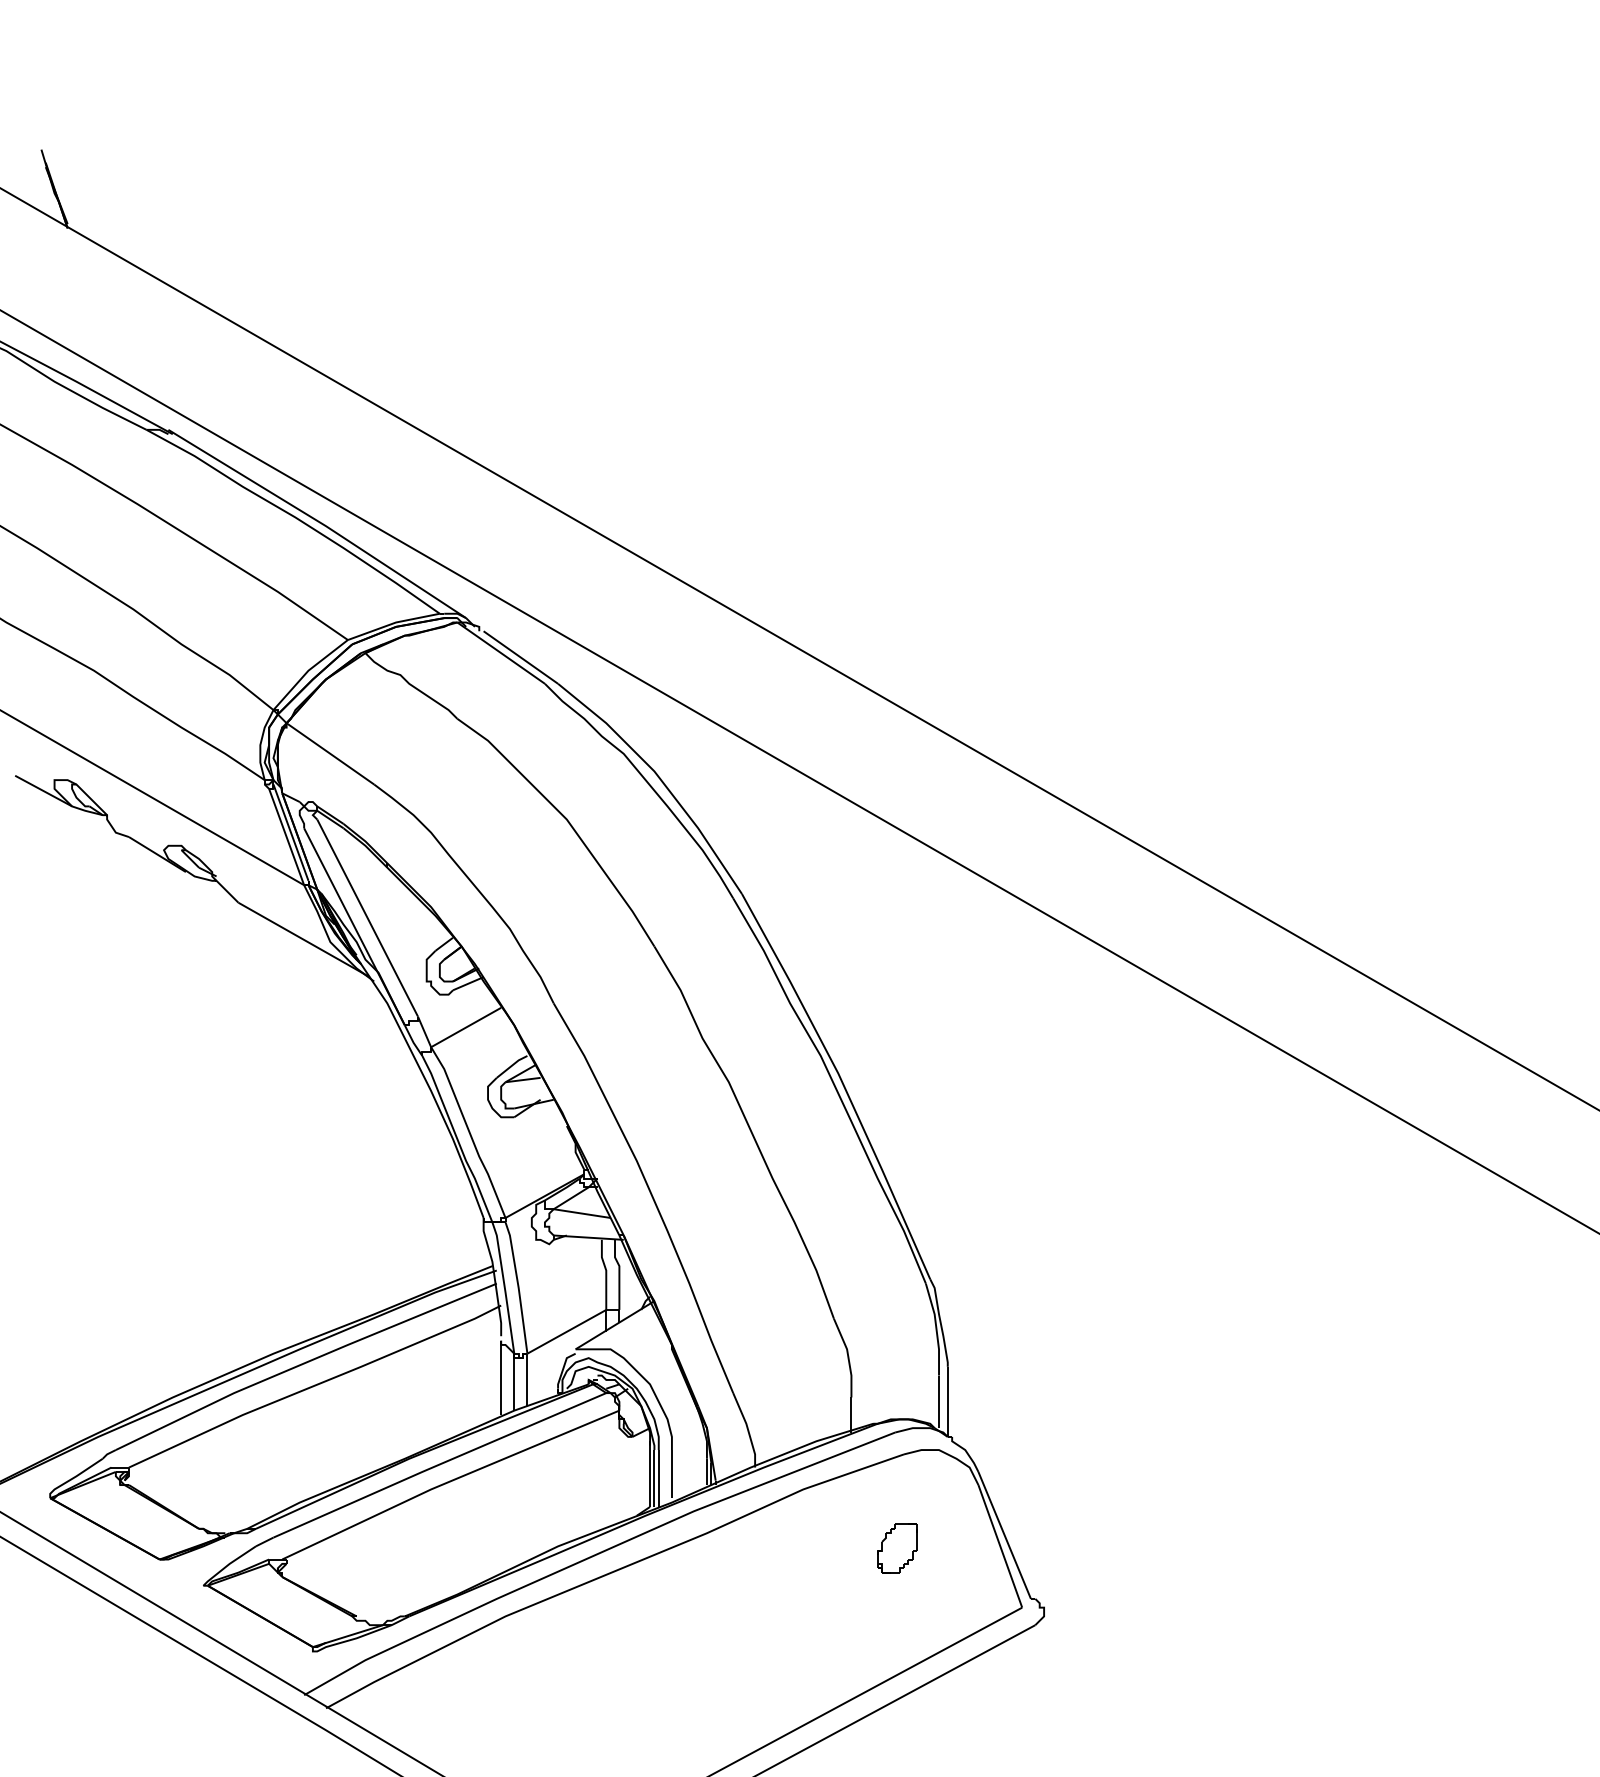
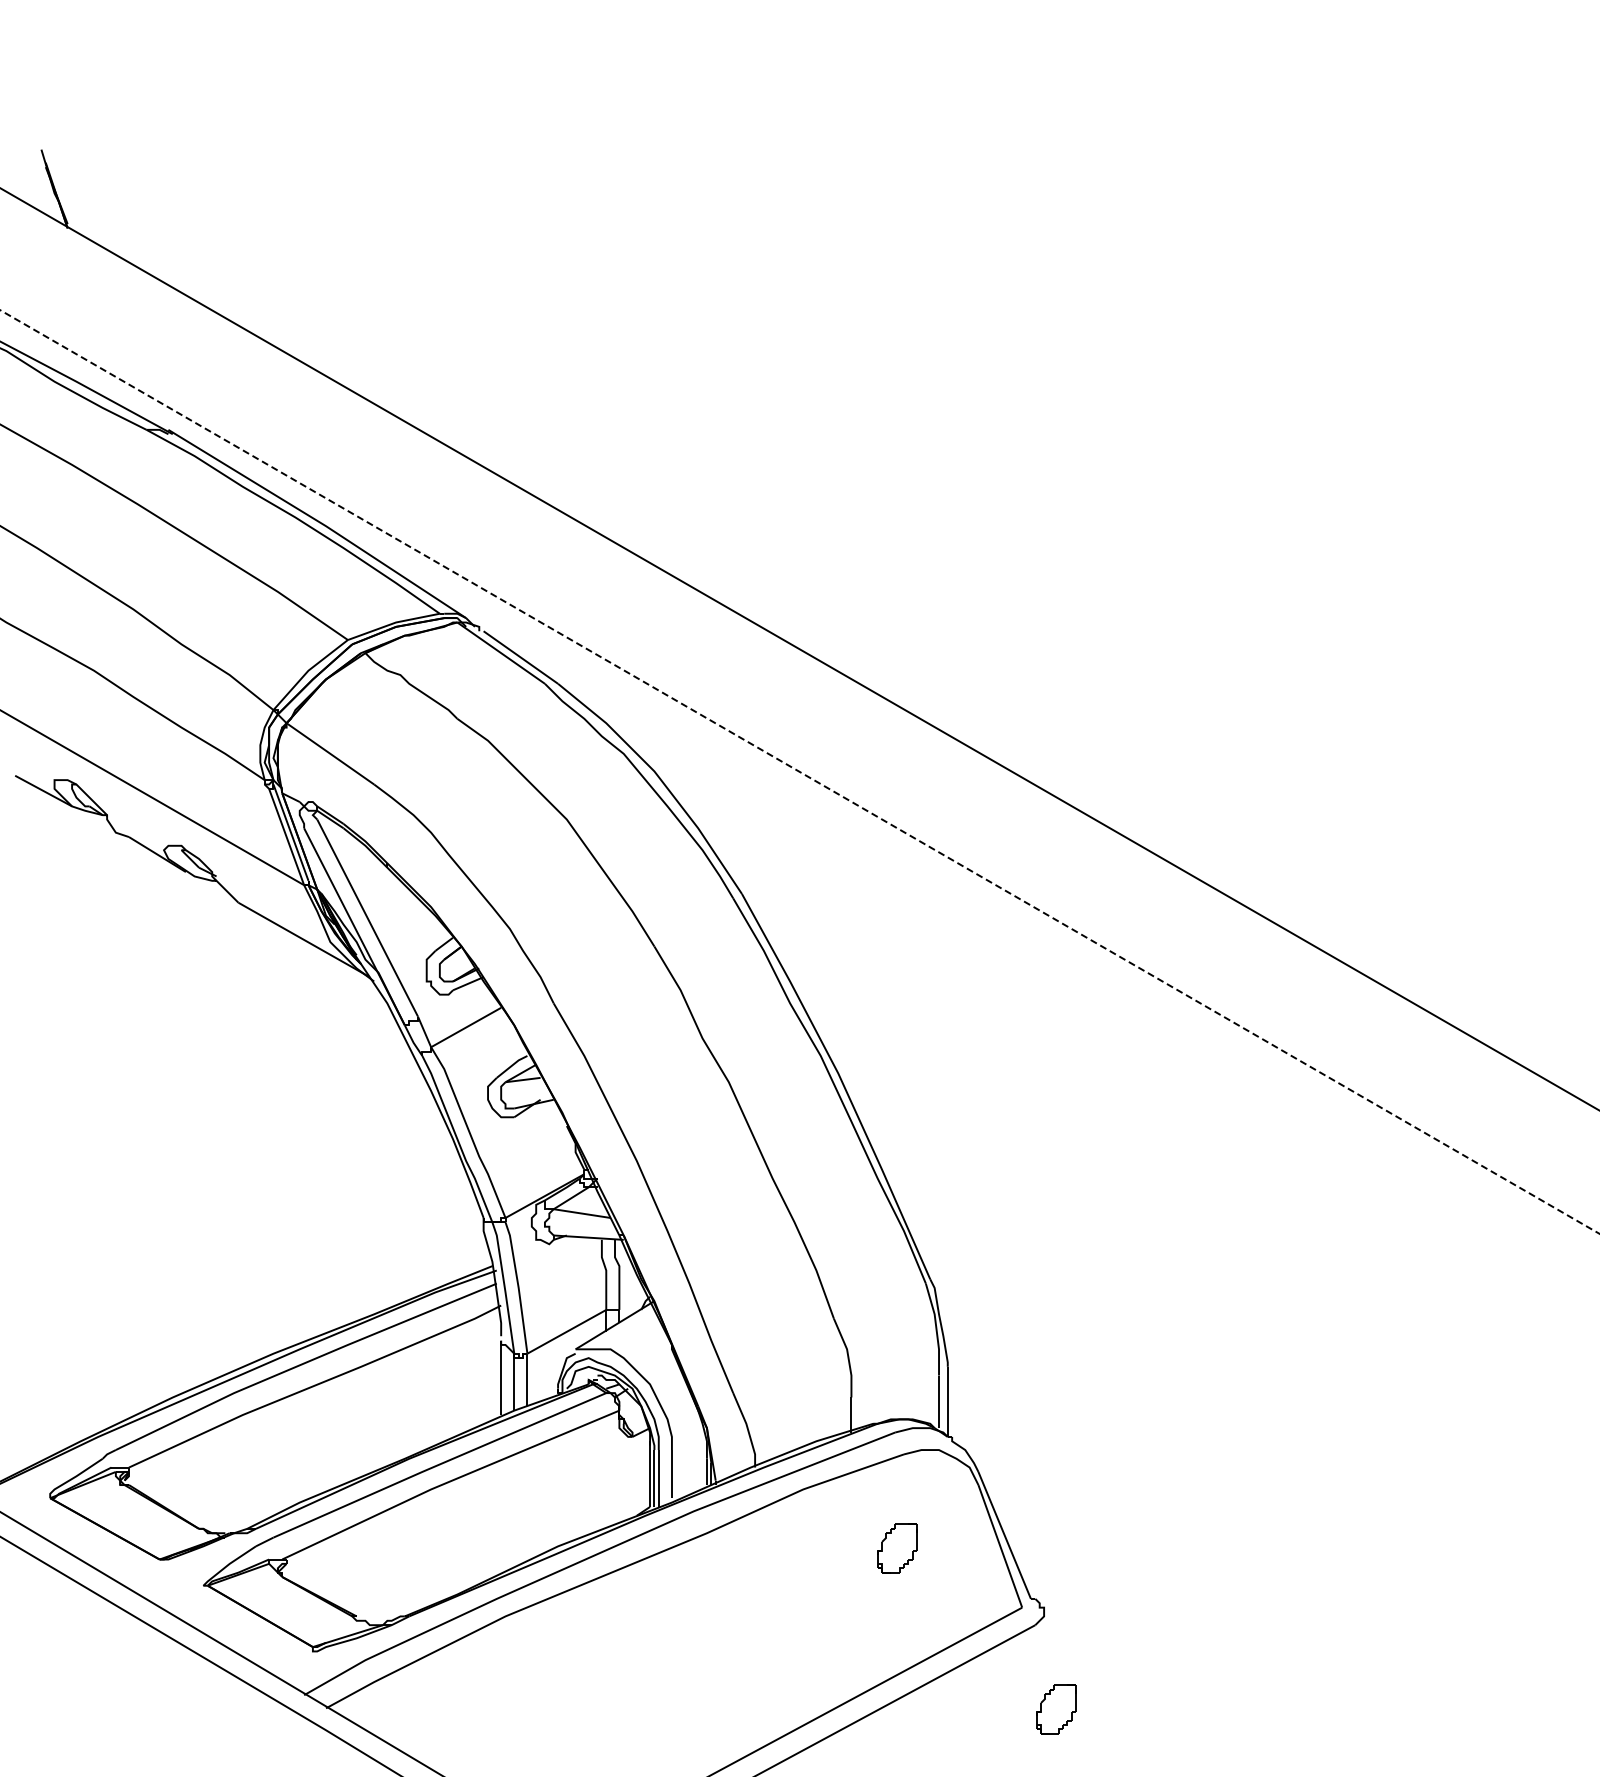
line at (799, 771): solid -> dashed
part at (1056, 1709): none -> present
